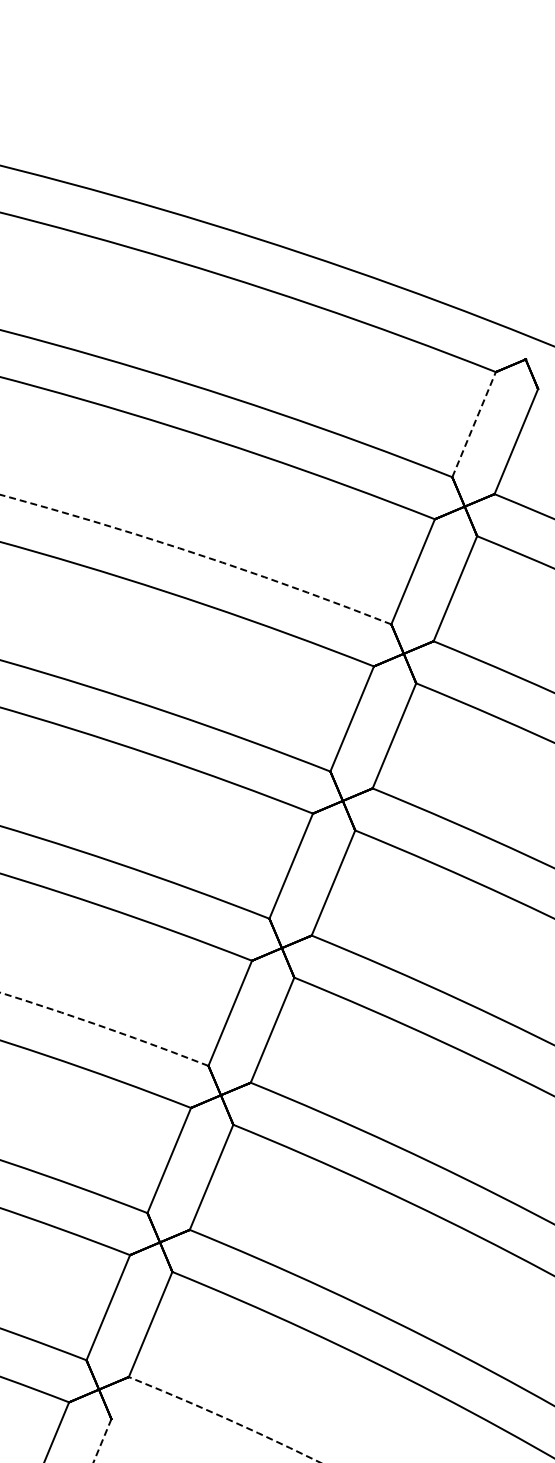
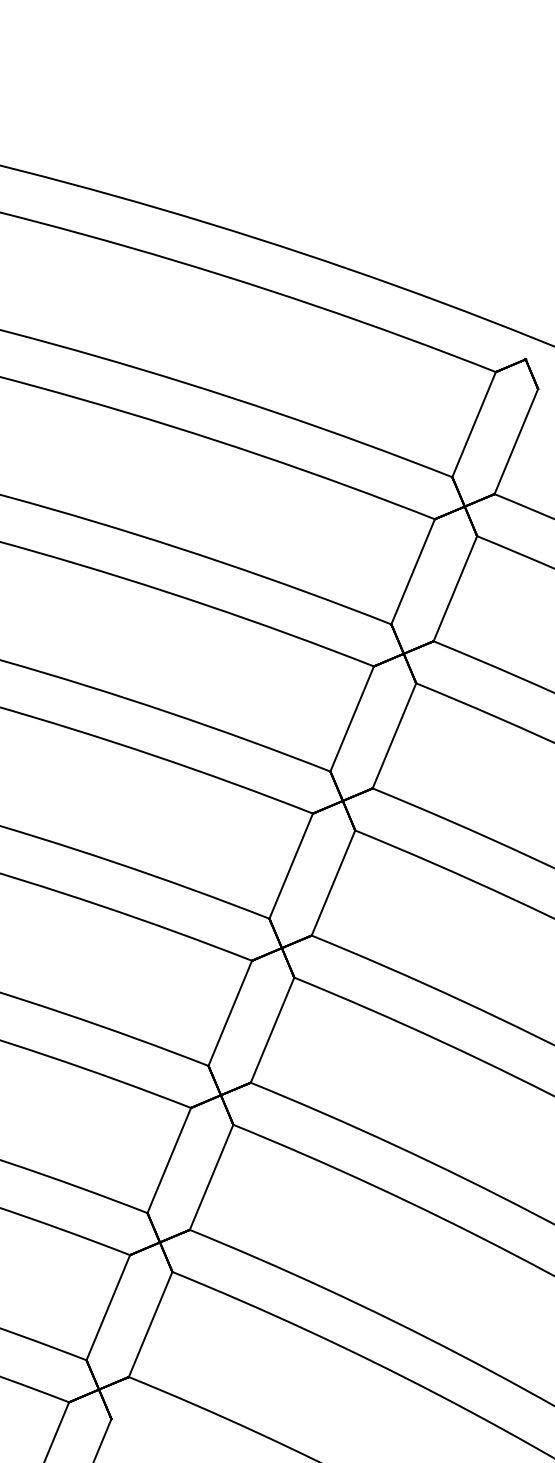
line at (474, 424): dashed -> solid
arc at (198, 554): dashed -> solid
arc at (104, 1027): dashed -> solid
arc at (226, 1418): dashed -> solid
line at (102, 1441): dashed -> solid
